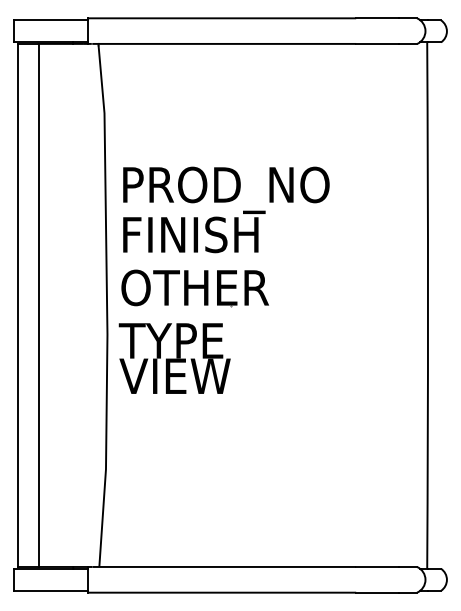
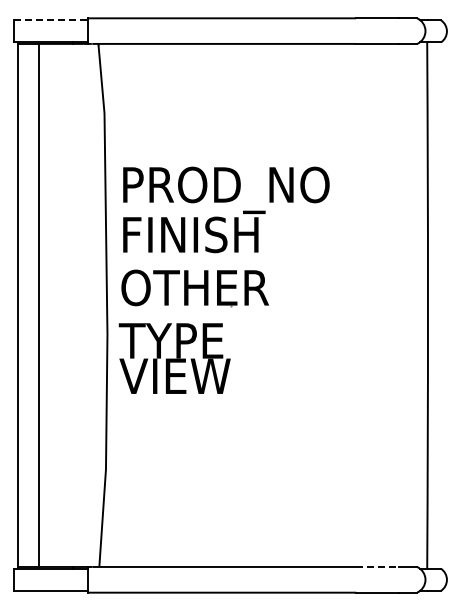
line at (50, 20): solid -> dashed
line at (377, 566): solid -> dashed
